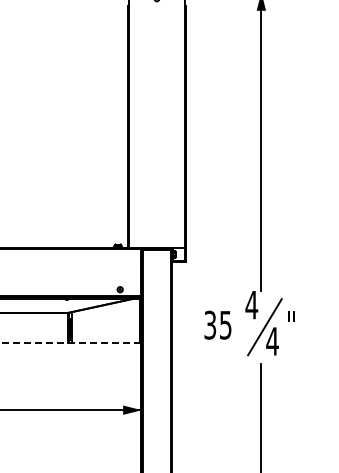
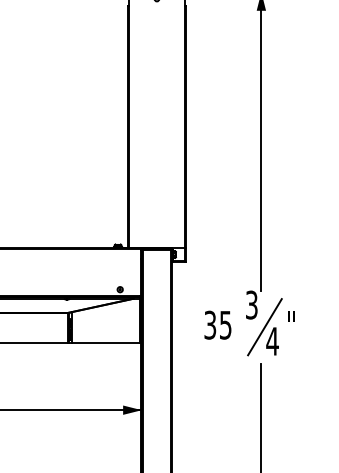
text at (251, 304): 4 -> 3
line at (70, 343): dashed -> solid
